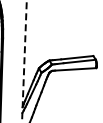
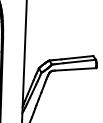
line at (24, 61): dashed -> solid
